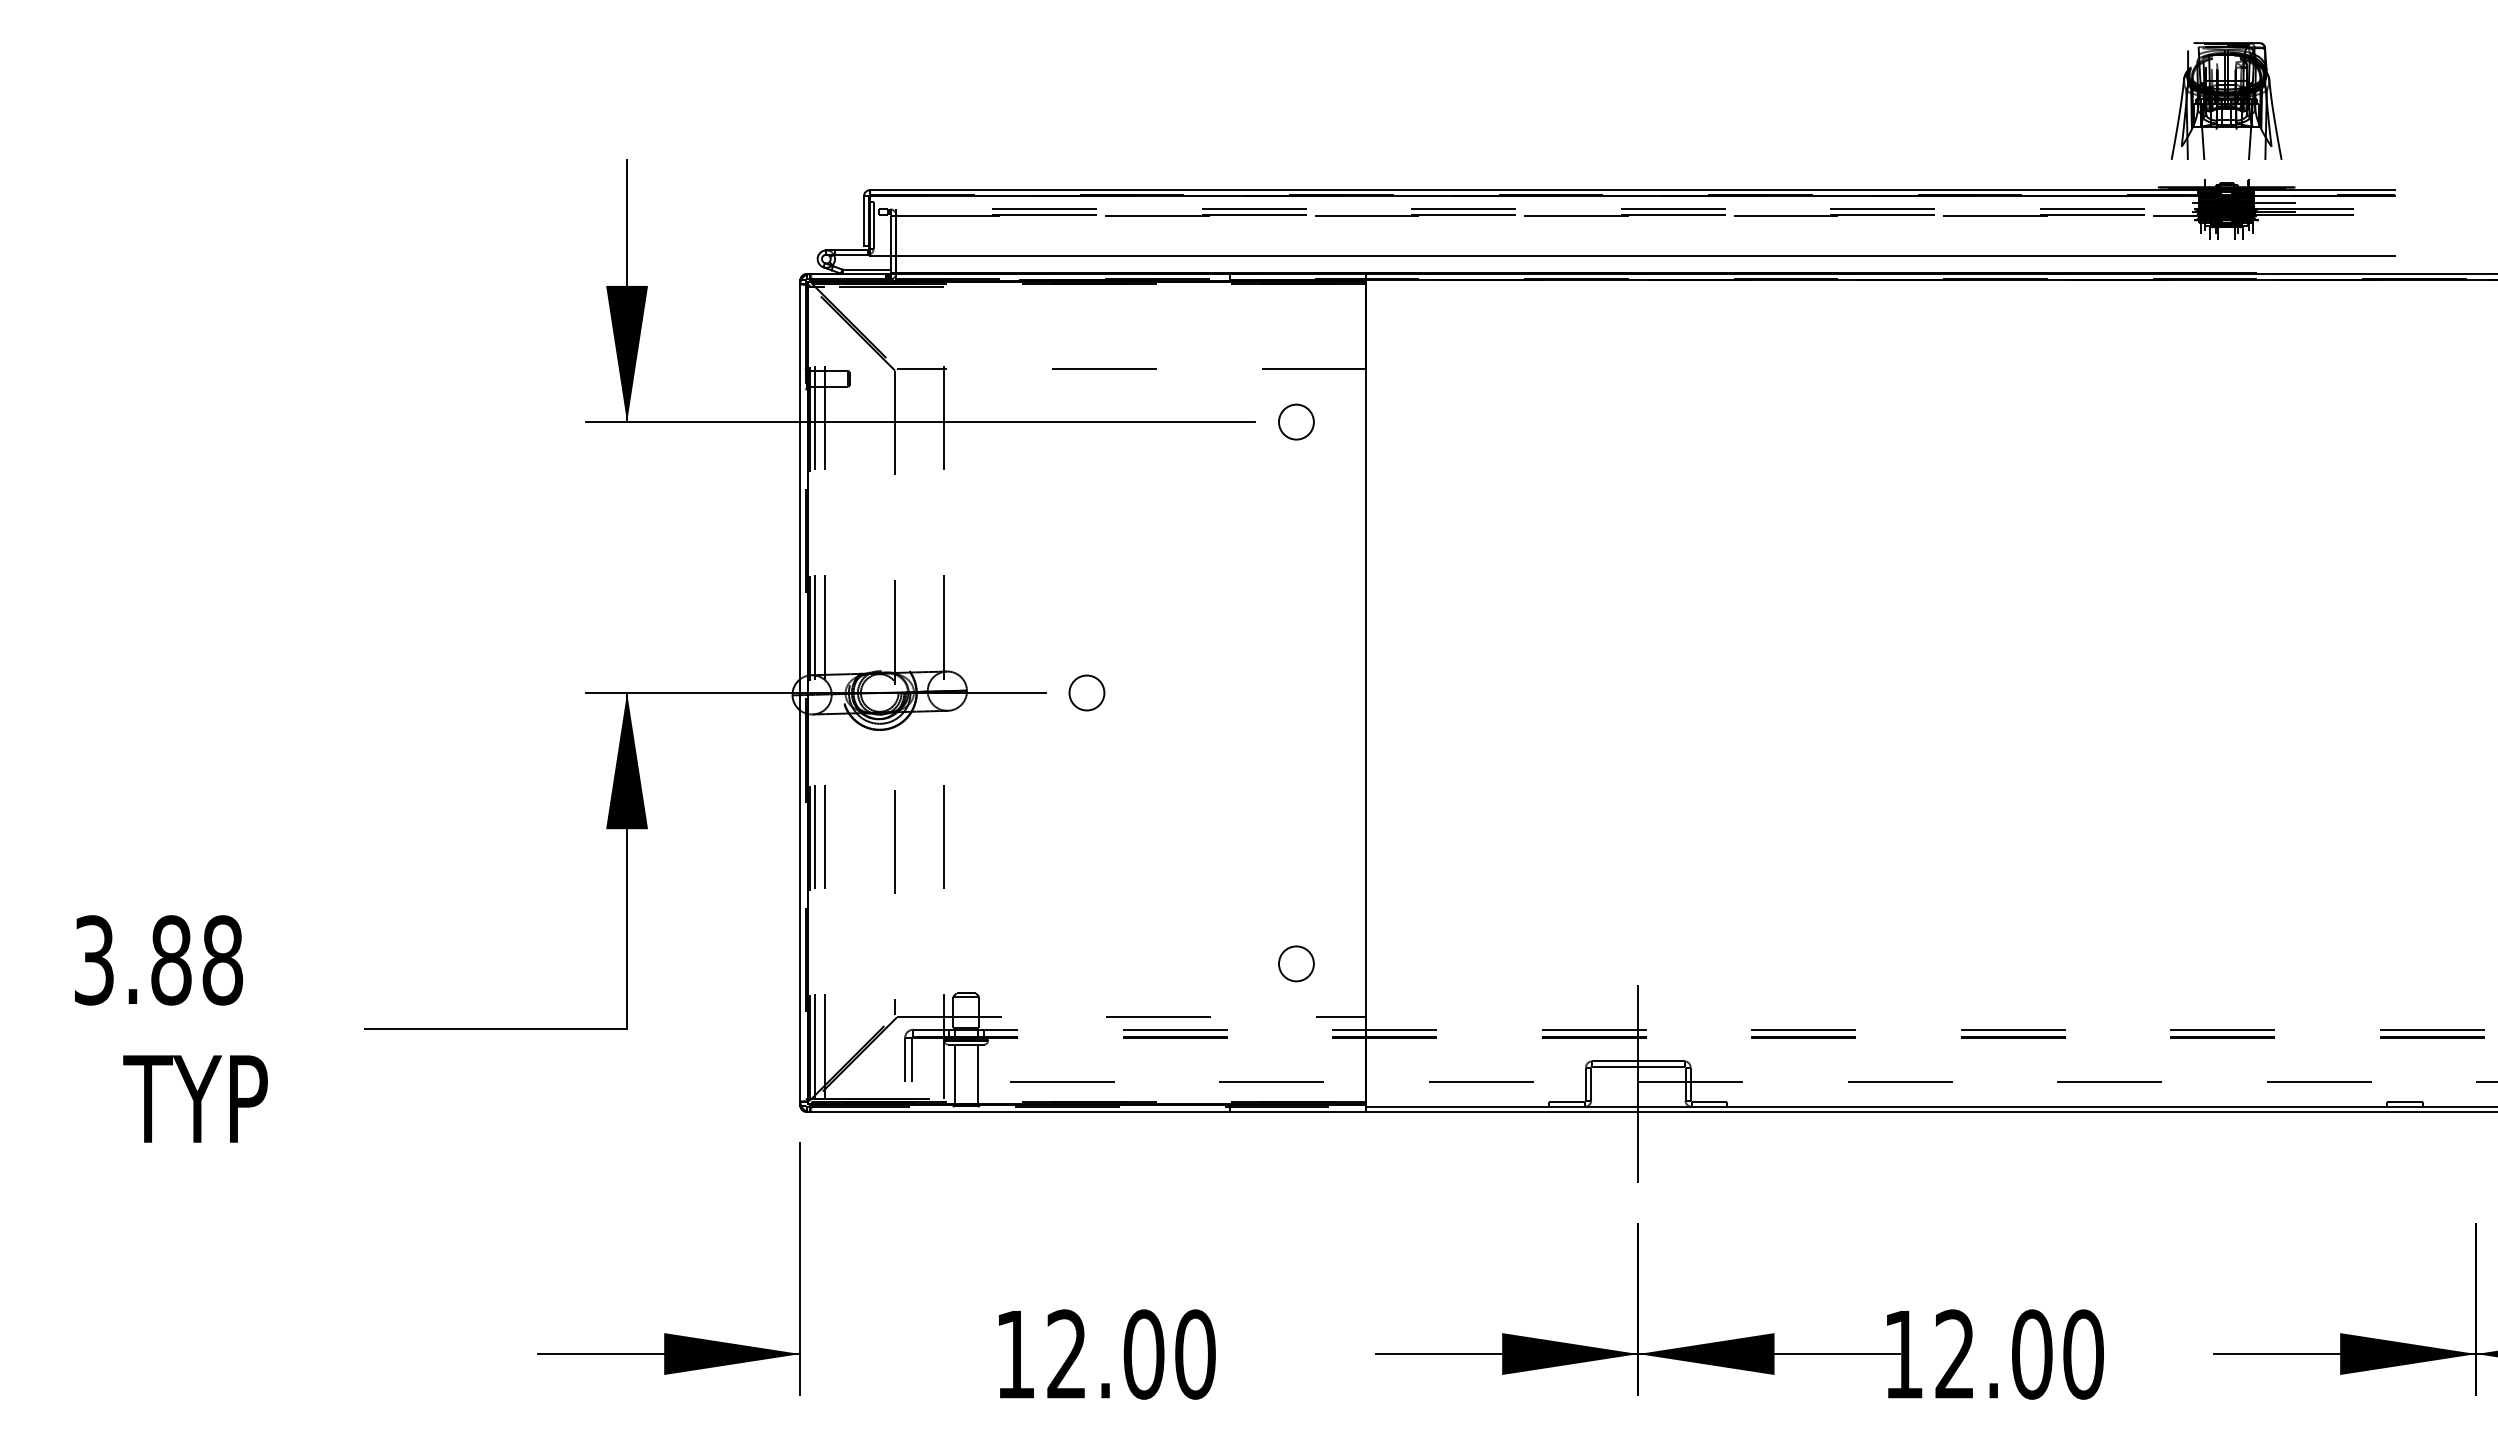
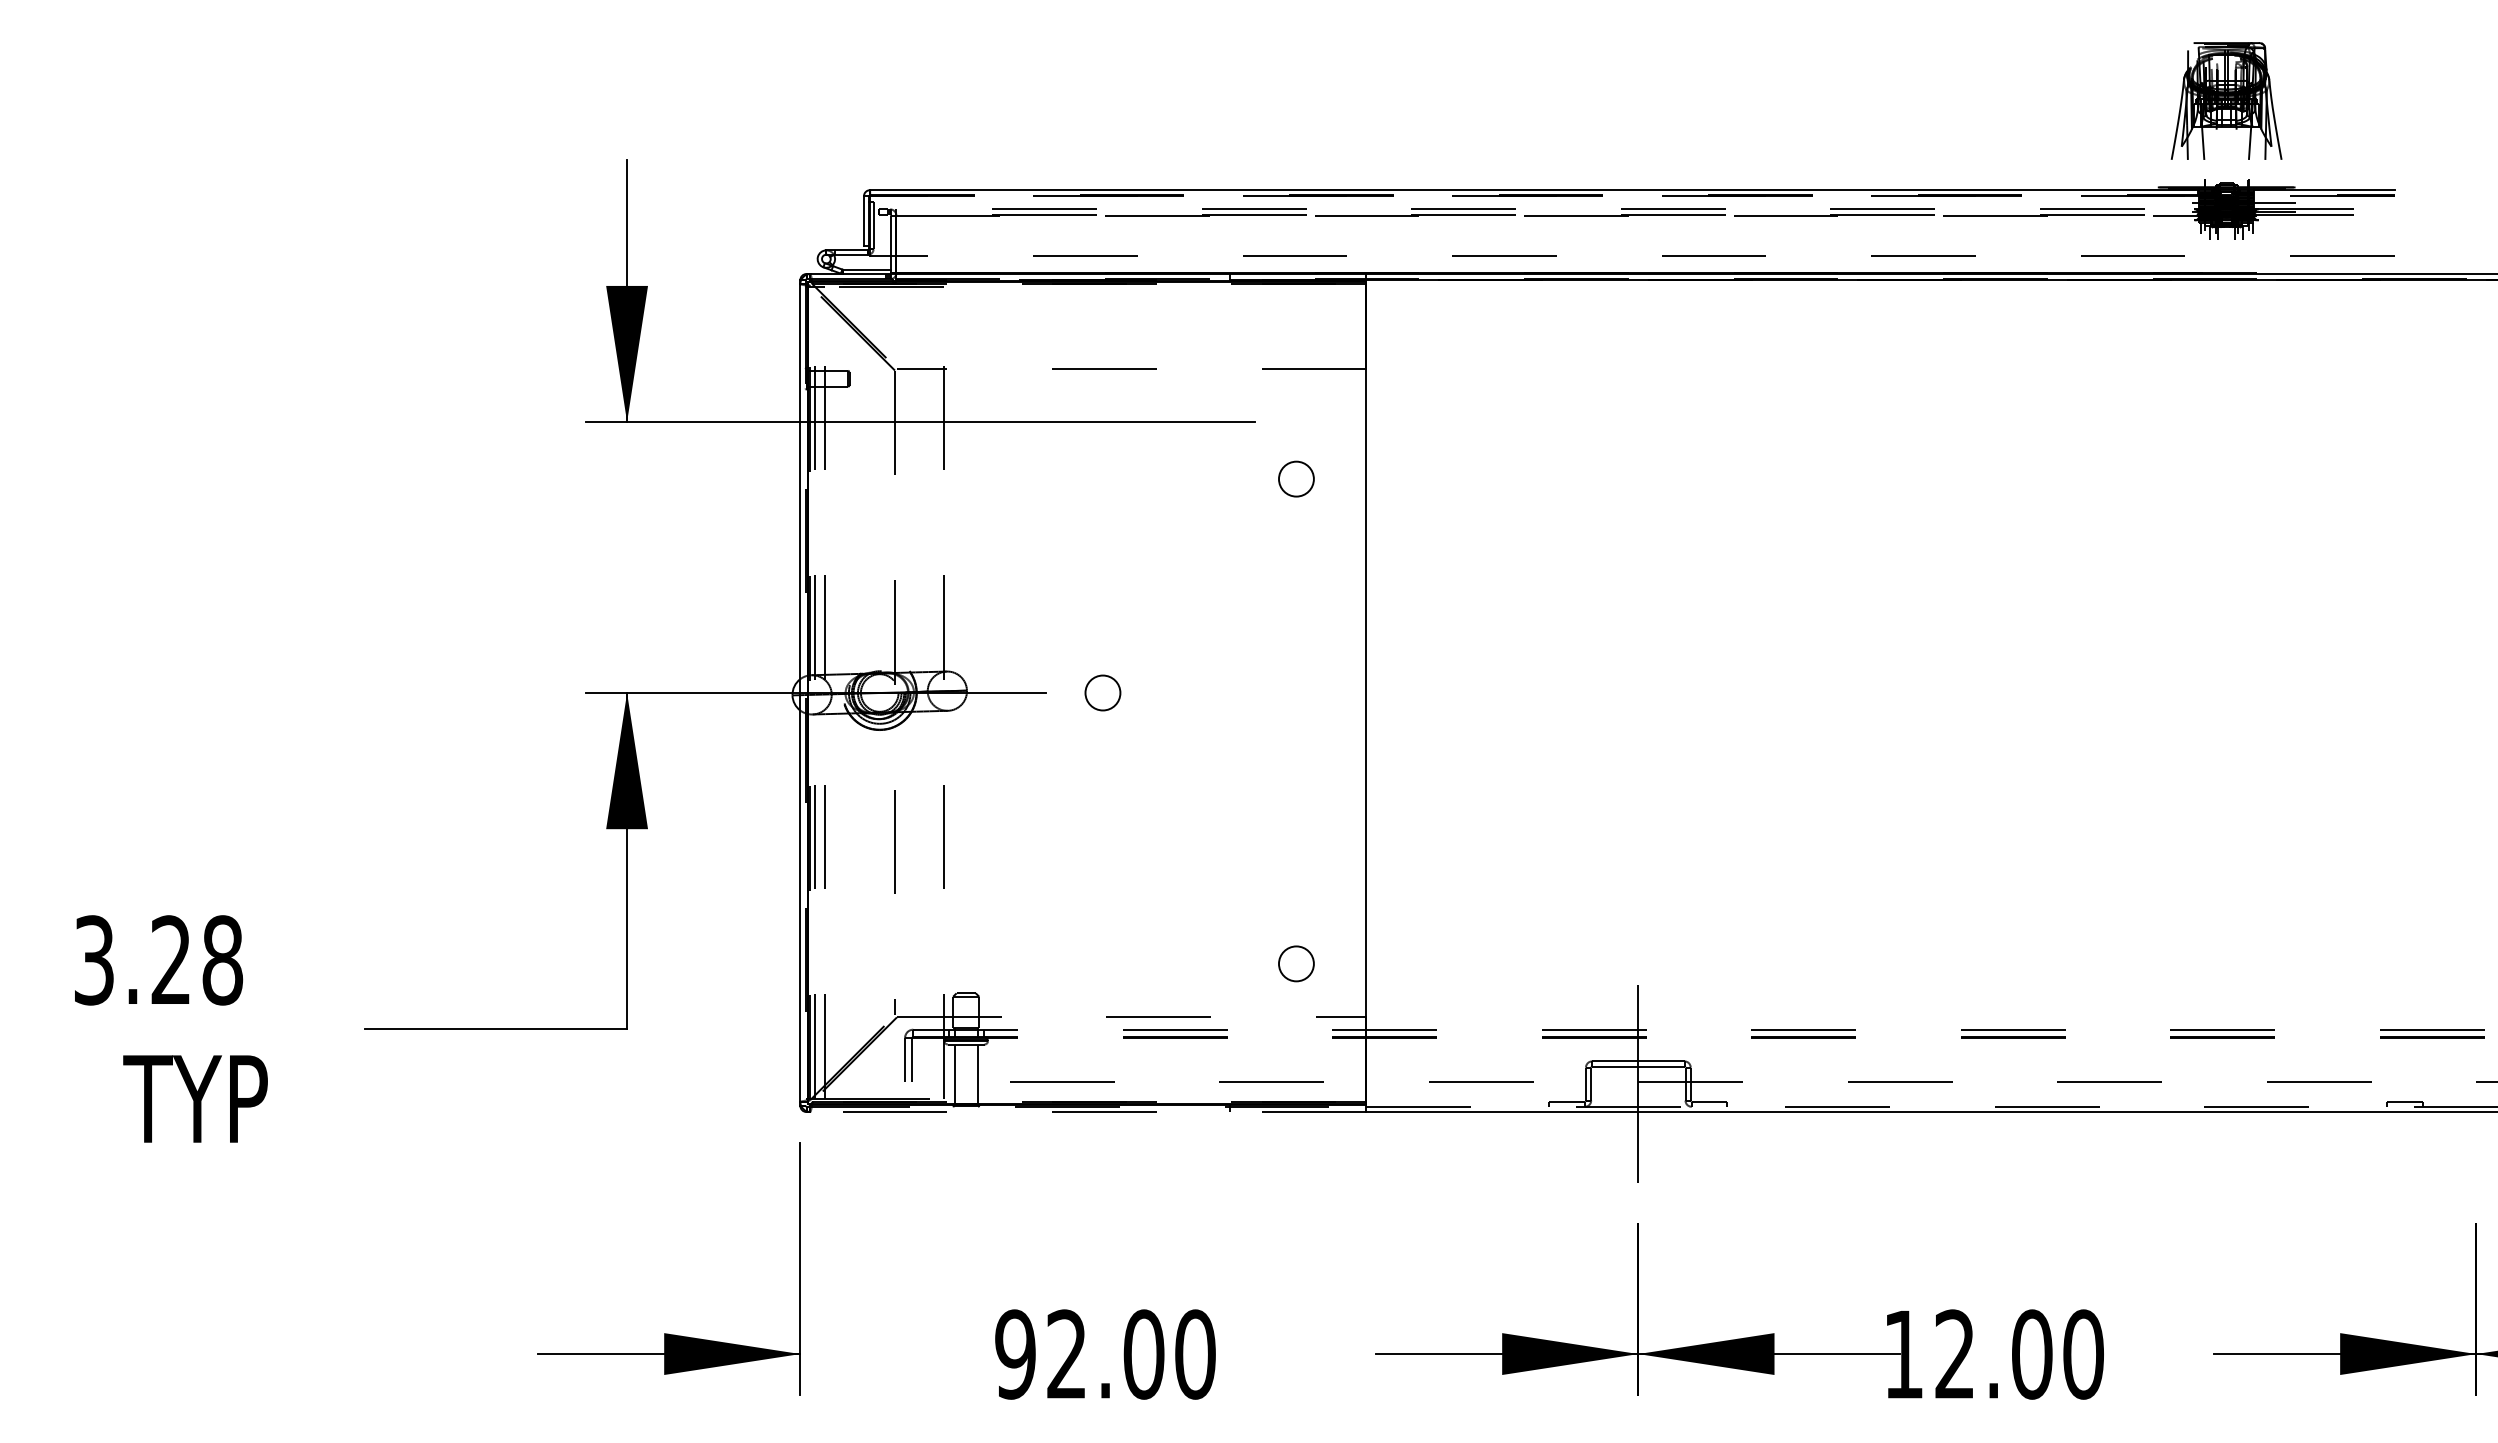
line at (1633, 196): solid -> dashed
line at (1632, 255): solid -> dashed
circle at (1296, 421) position: (1296, 421) -> (1296, 478)
circle at (1086, 692) position: (1086, 692) -> (1102, 692)
text at (171, 960): 3.88 -> 3.28
line at (1932, 1106): solid -> dashed
line at (1087, 1112): solid -> dashed
text at (1015, 1354): 12.00 -> 92.00
